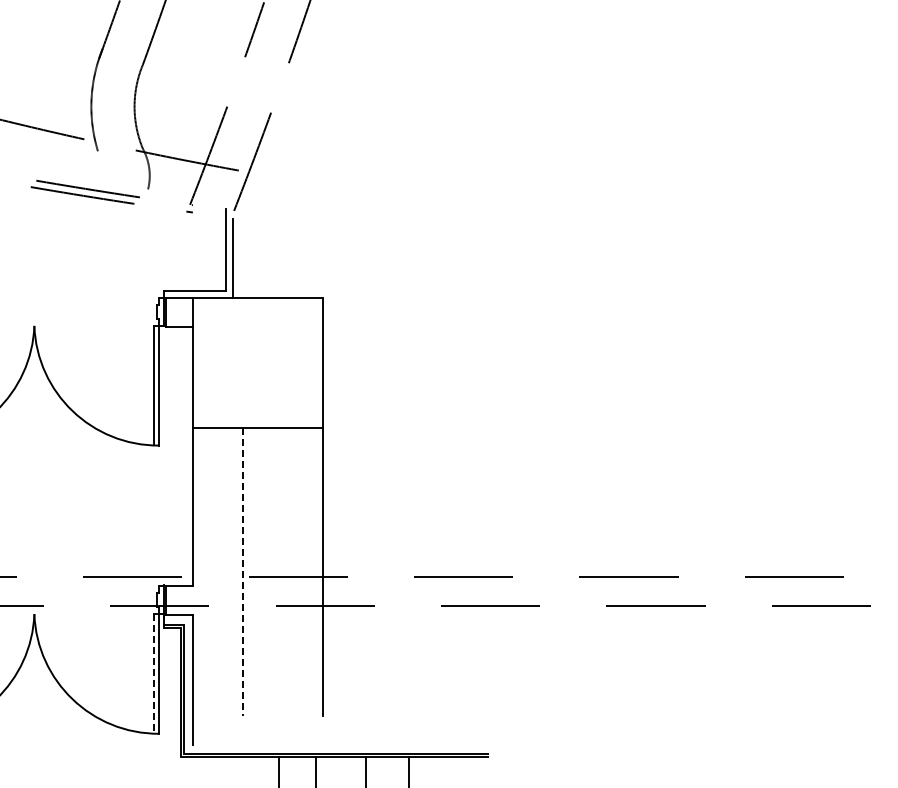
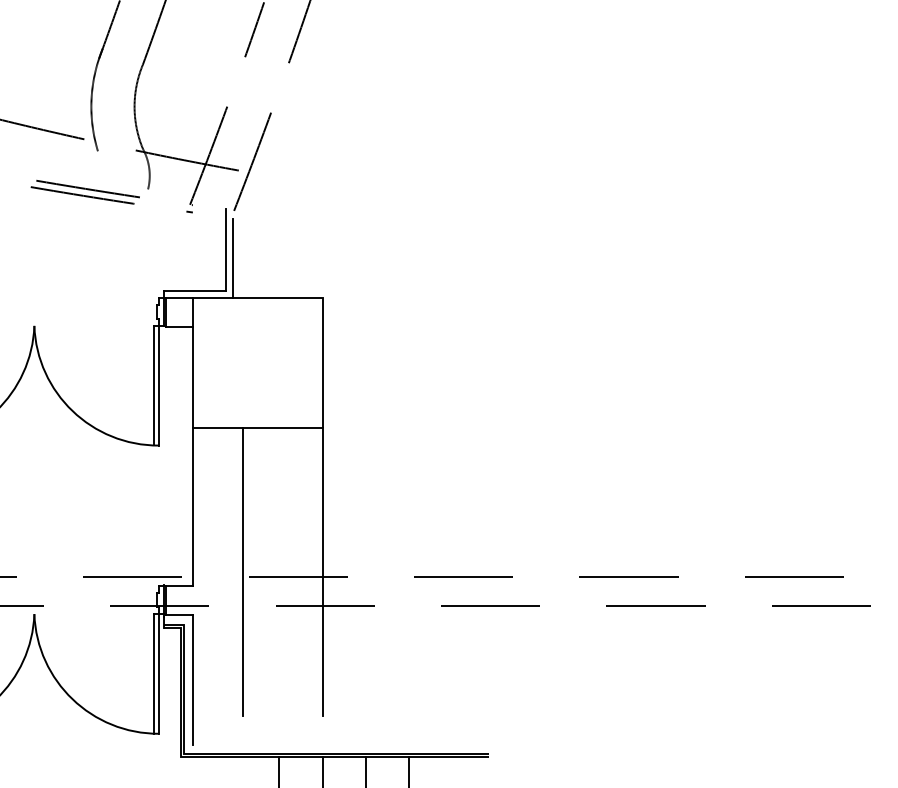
line at (243, 572): dashed -> solid
line at (153, 673): dashed -> solid
line at (315, 770) position: (315, 770) -> (322, 770)
